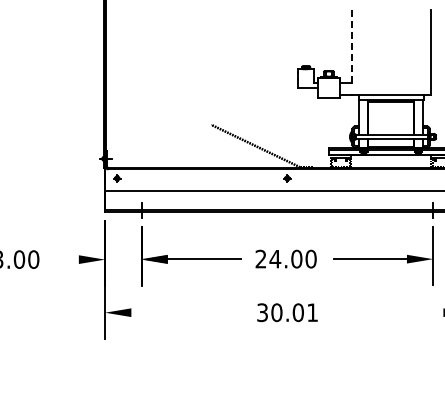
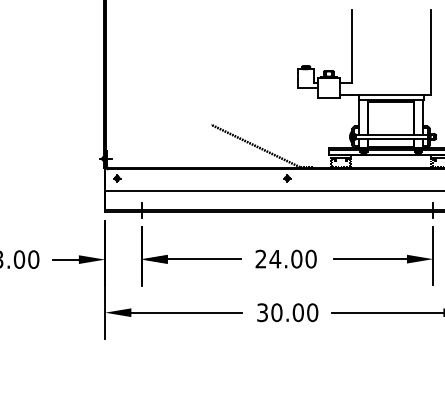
line at (351, 45): dashed -> solid
line at (65, 259): none -> present
line at (186, 312): none -> present
text at (312, 312): 30.01 -> 30.00
line at (386, 312): none -> present
